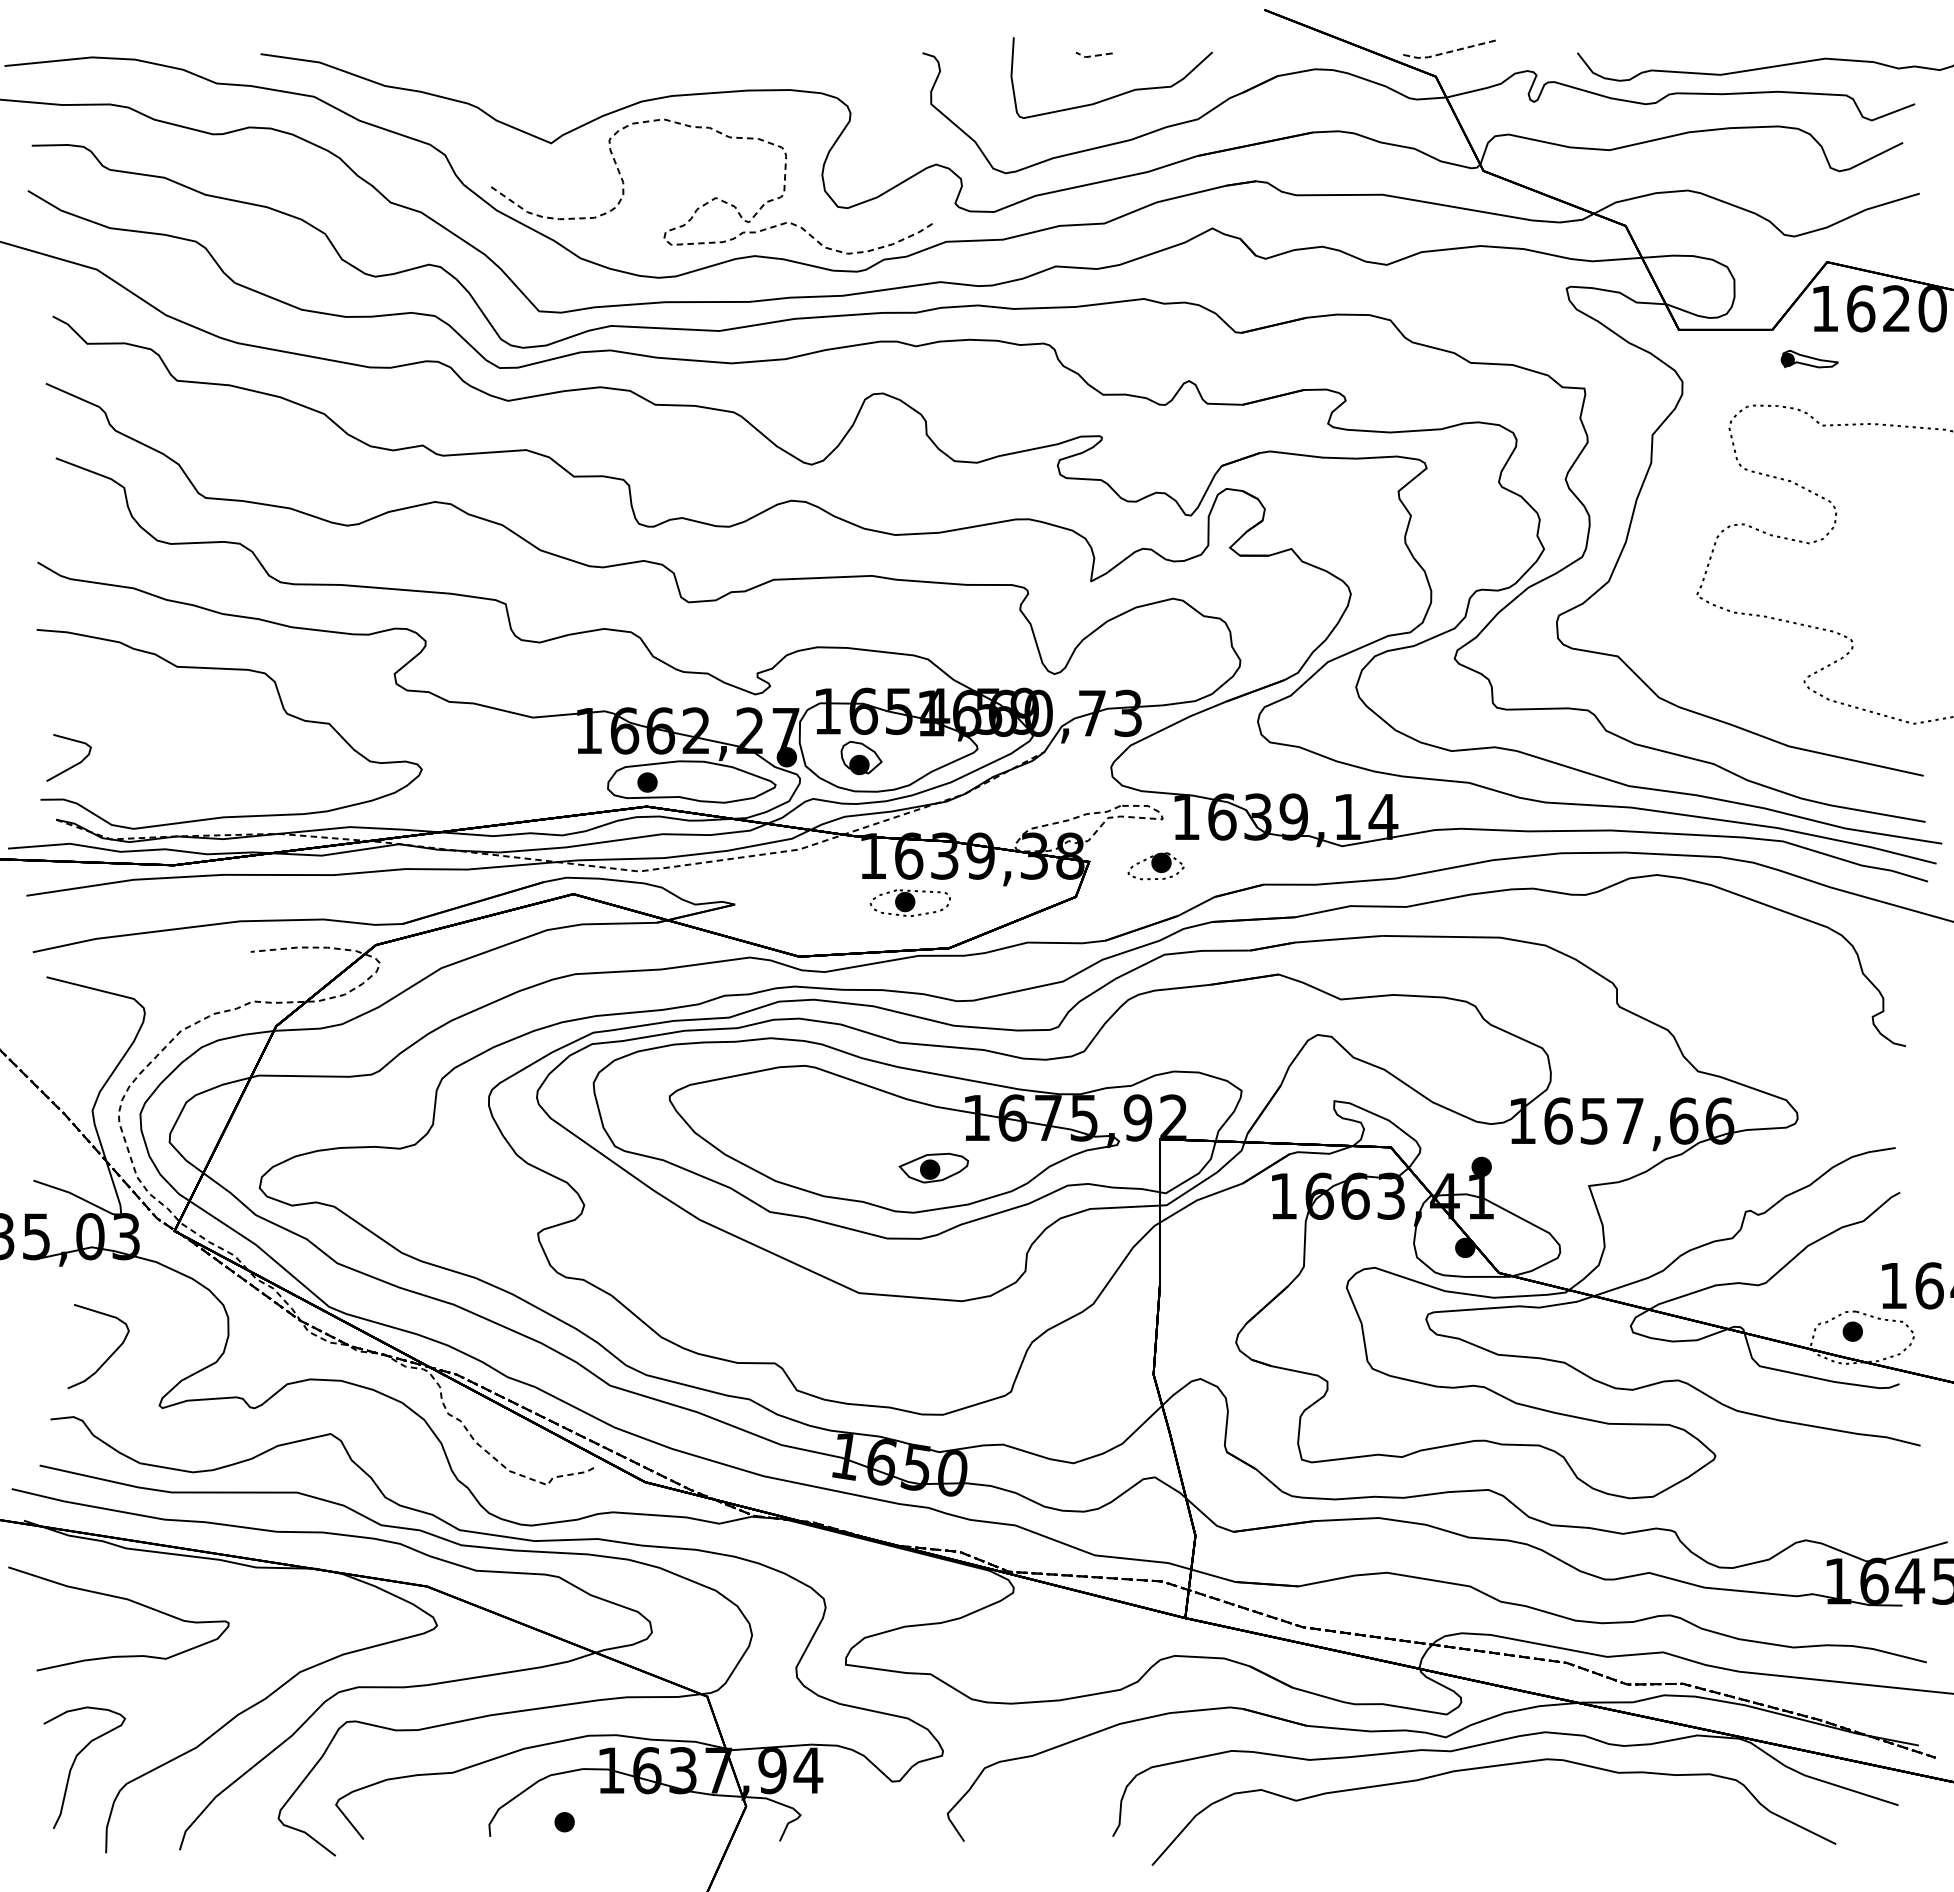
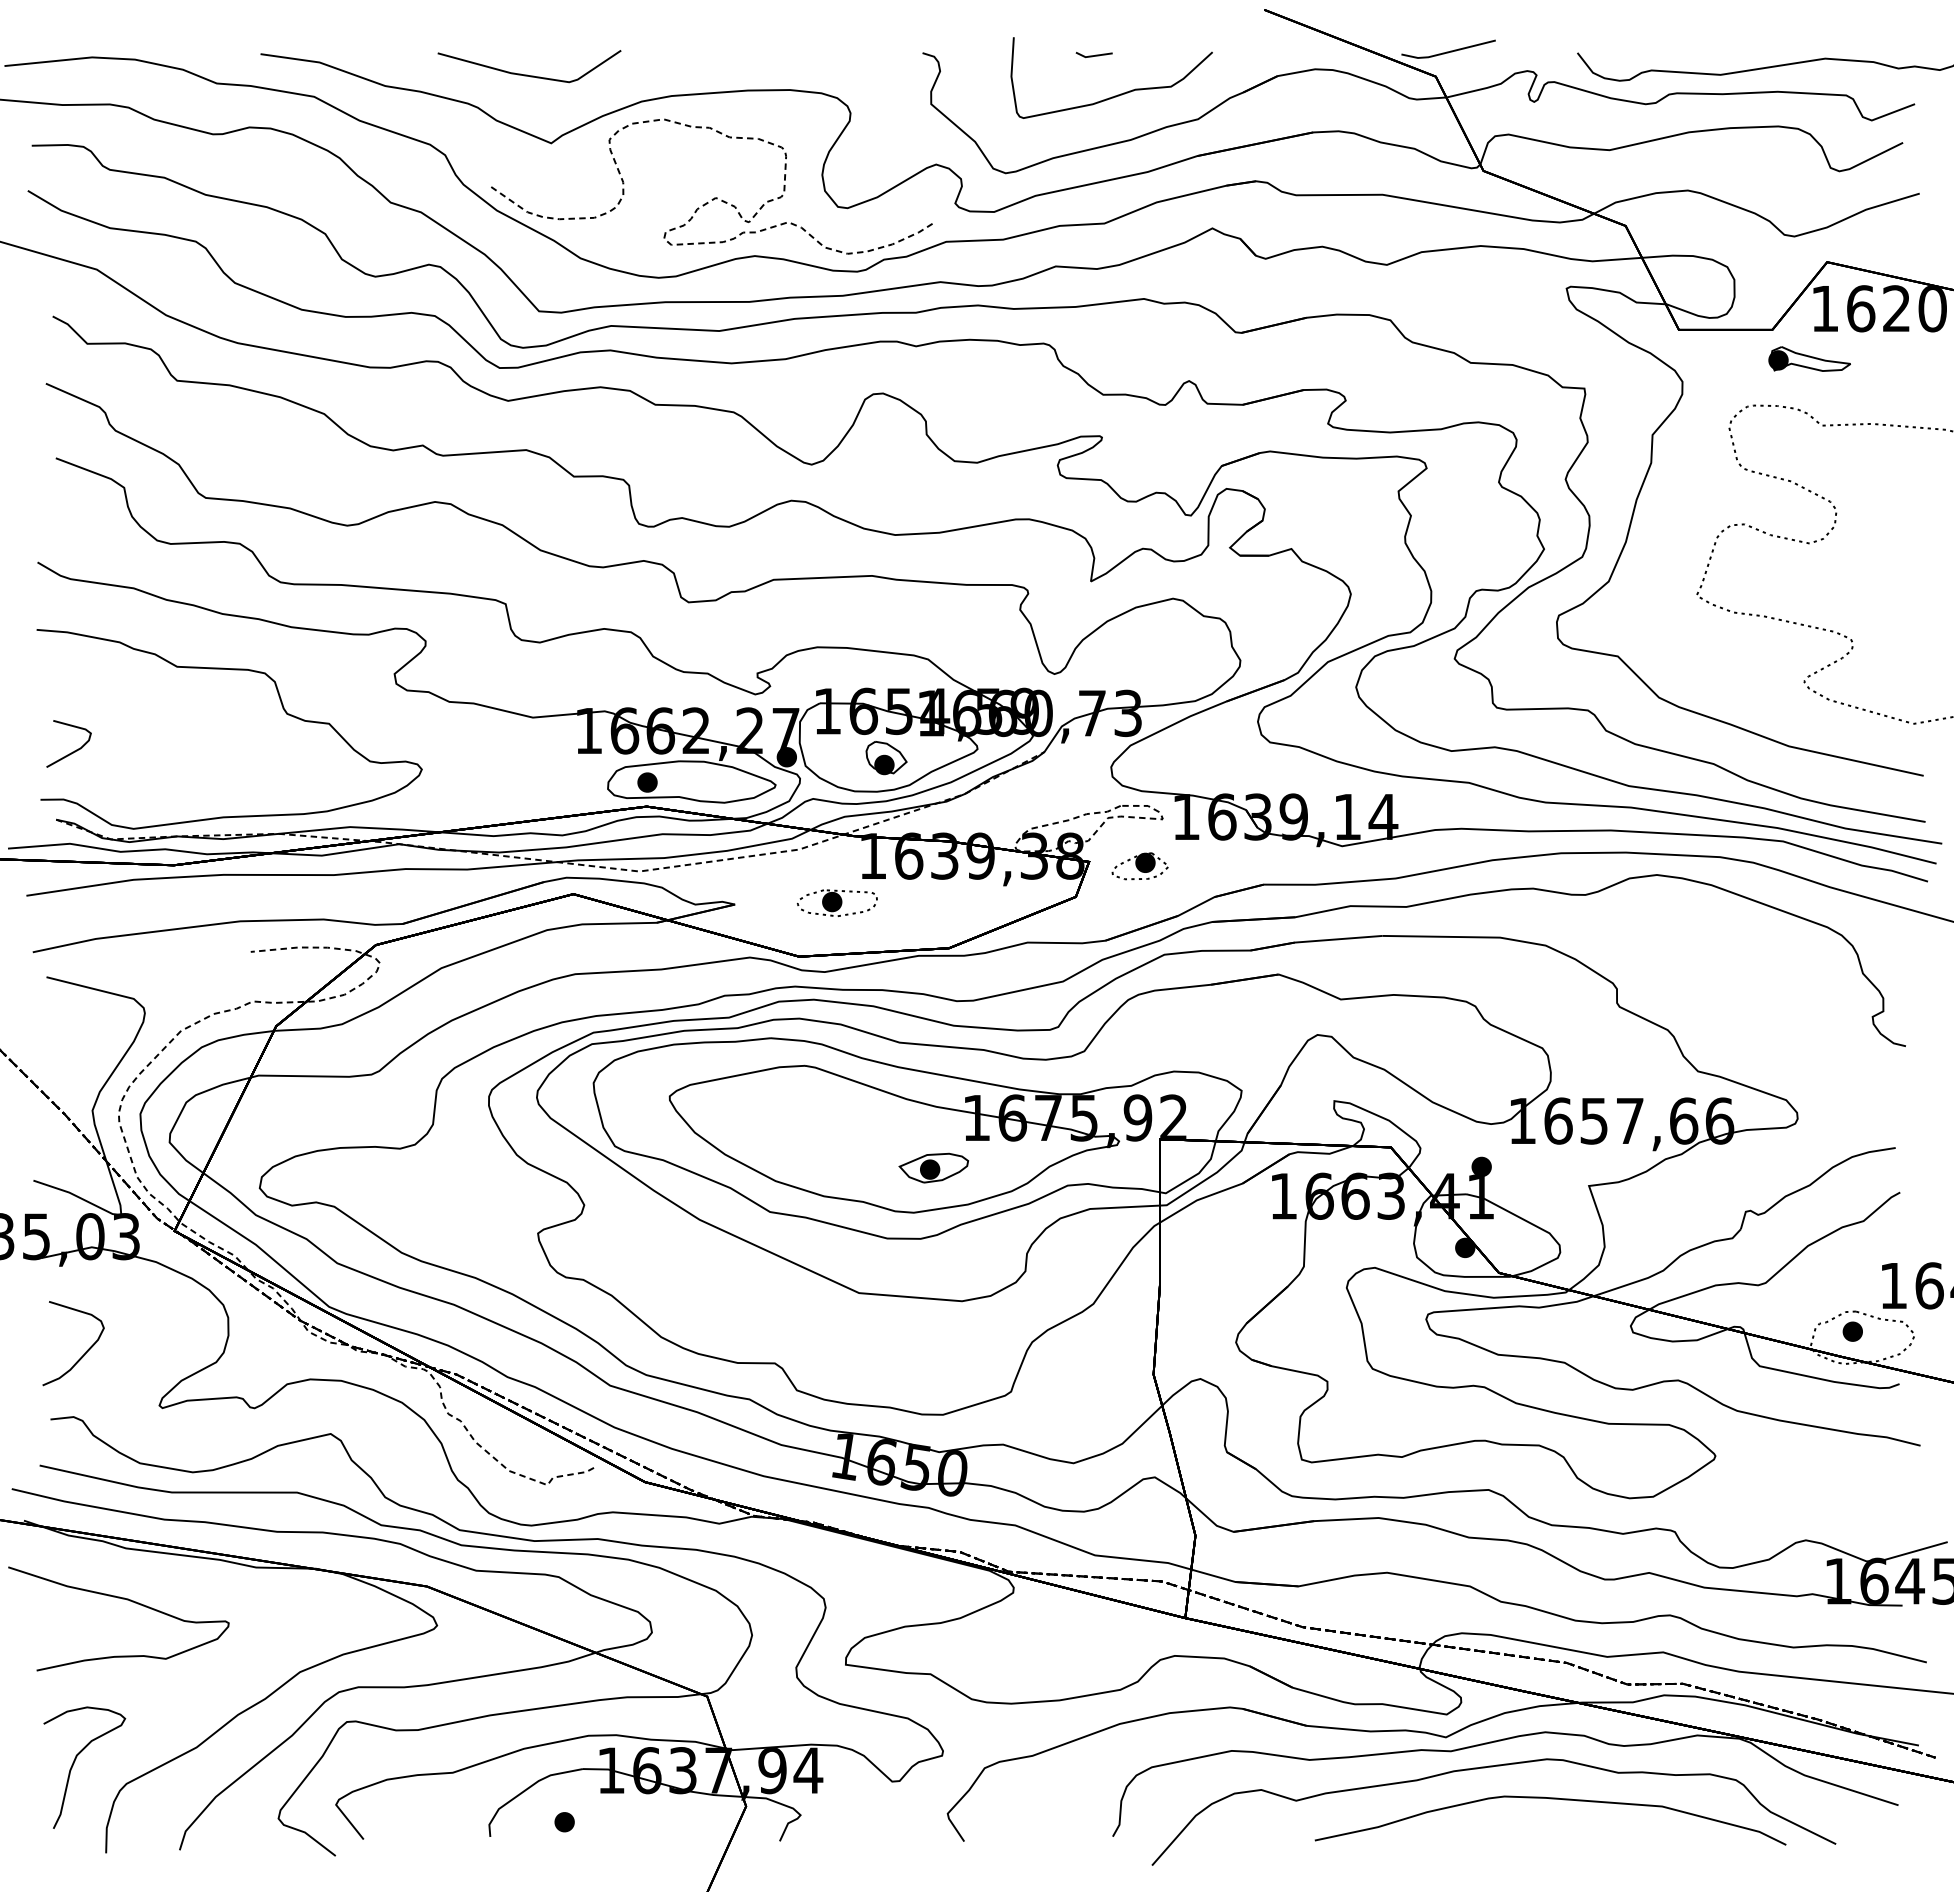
line at (1447, 52): dashed -> solid
line at (1093, 56): dashed -> solid
line at (527, 74): none -> present
part at (1809, 358) size: 59x20 px -> 83x26 px
part at (861, 758) position: (861, 758) -> (886, 758)
curve at (72, 765) position: (72, 765) -> (72, 751)
part at (1155, 866) position: (1155, 866) -> (1139, 866)
part at (909, 902) position: (909, 902) -> (836, 902)
curve at (111, 1353) position: (111, 1353) -> (86, 1350)
curve at (1550, 1799): none -> present
